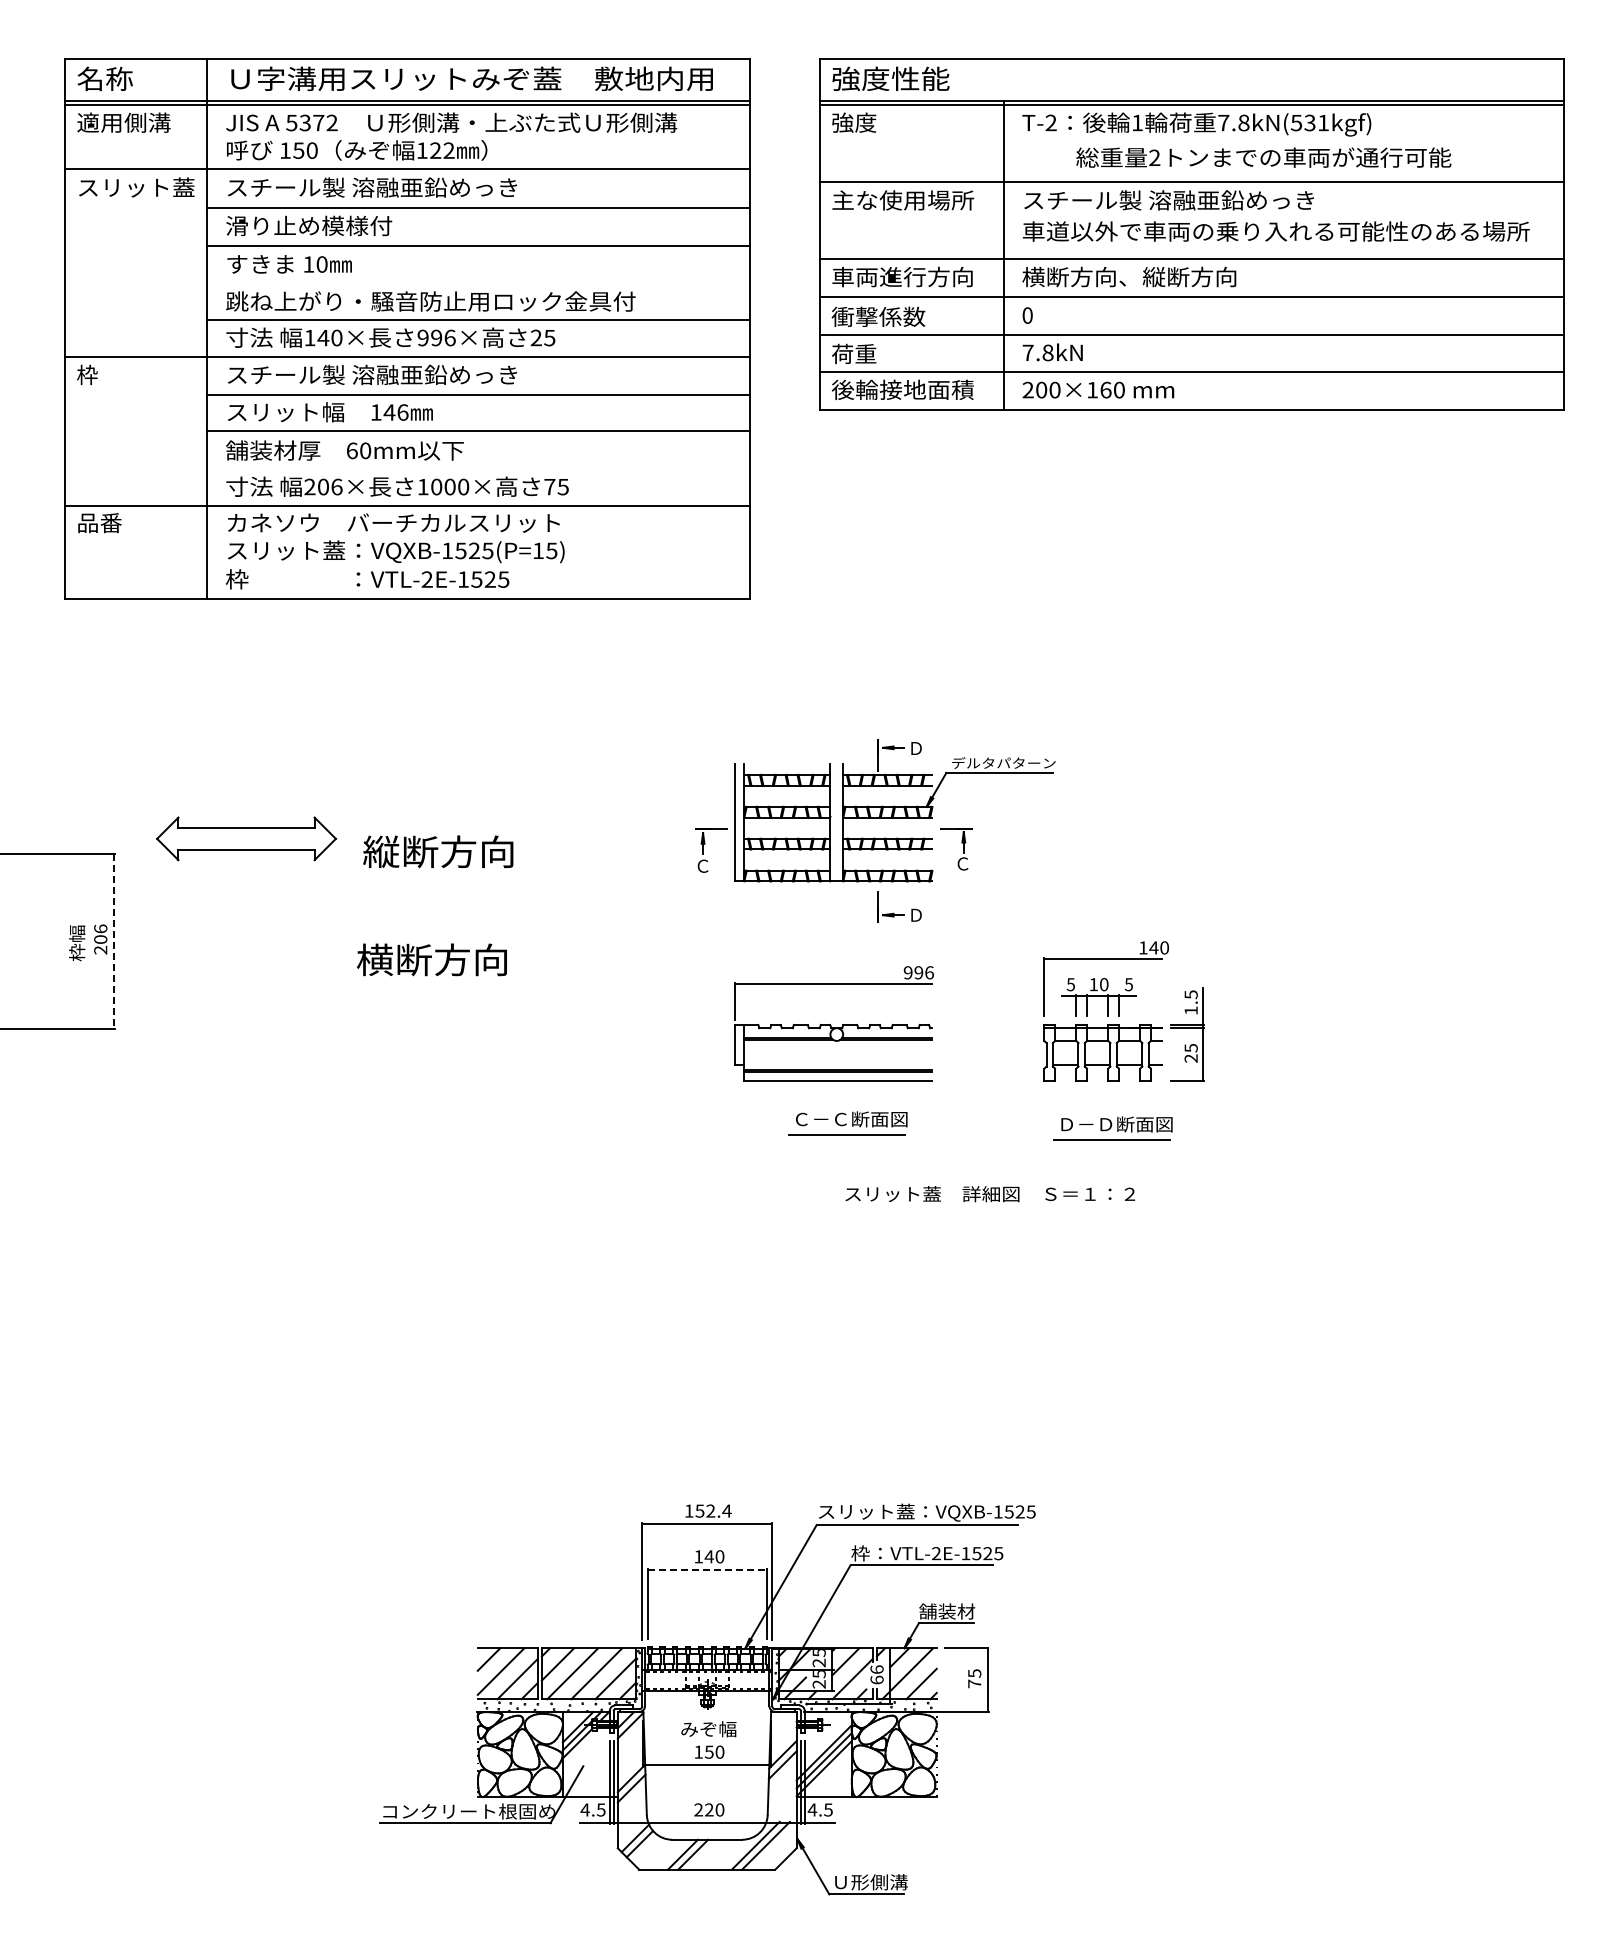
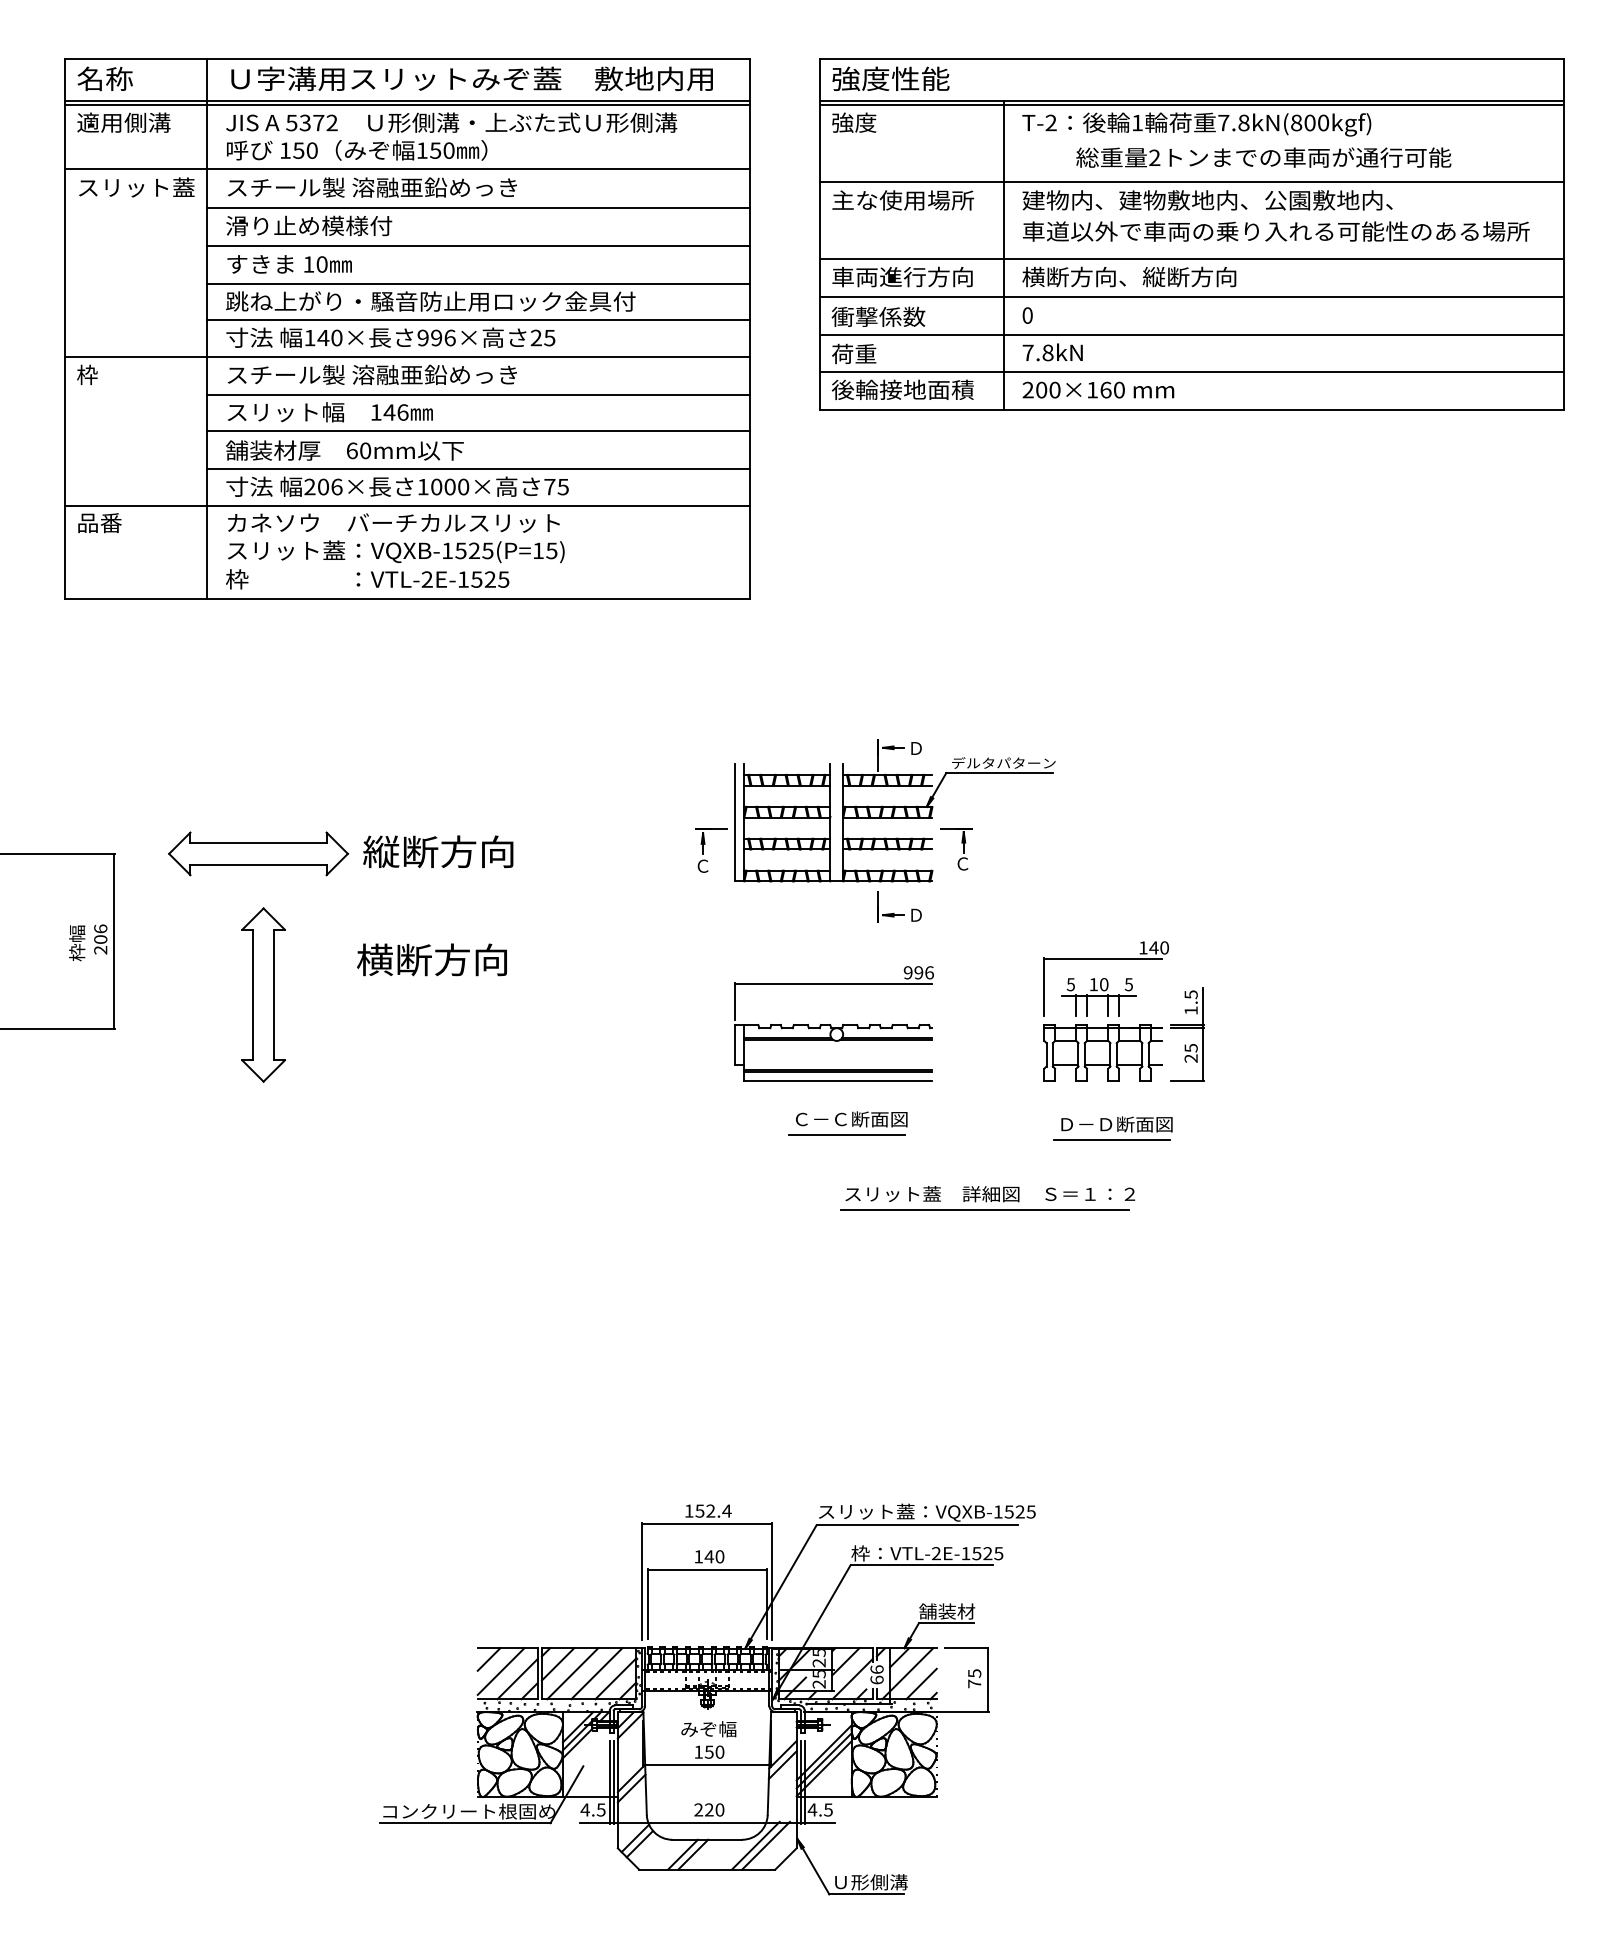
text at (1309, 122): 7.8kN(531kgf) -> 7.8kN(800kgf)
text at (442, 150): 122 -> 150
text at (1207, 200): スチール製 溶融亜鉛めっき -> 建物内、建物敷地内、公園敷地内、
line at (478, 284): none -> present
line at (478, 469): none -> present
part at (246, 838) position: (246, 838) -> (258, 853)
line at (113, 941): dashed -> solid
part at (263, 994): none -> present
line at (984, 1209): none -> present
line at (707, 1569): dashed -> solid
